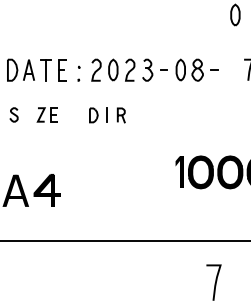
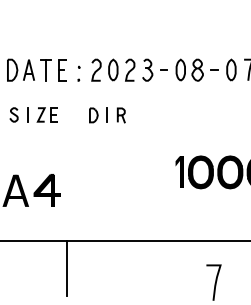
part at (235, 14) position: (235, 14) -> (231, 69)
line at (27, 114): none -> present
line at (67, 267): none -> present
